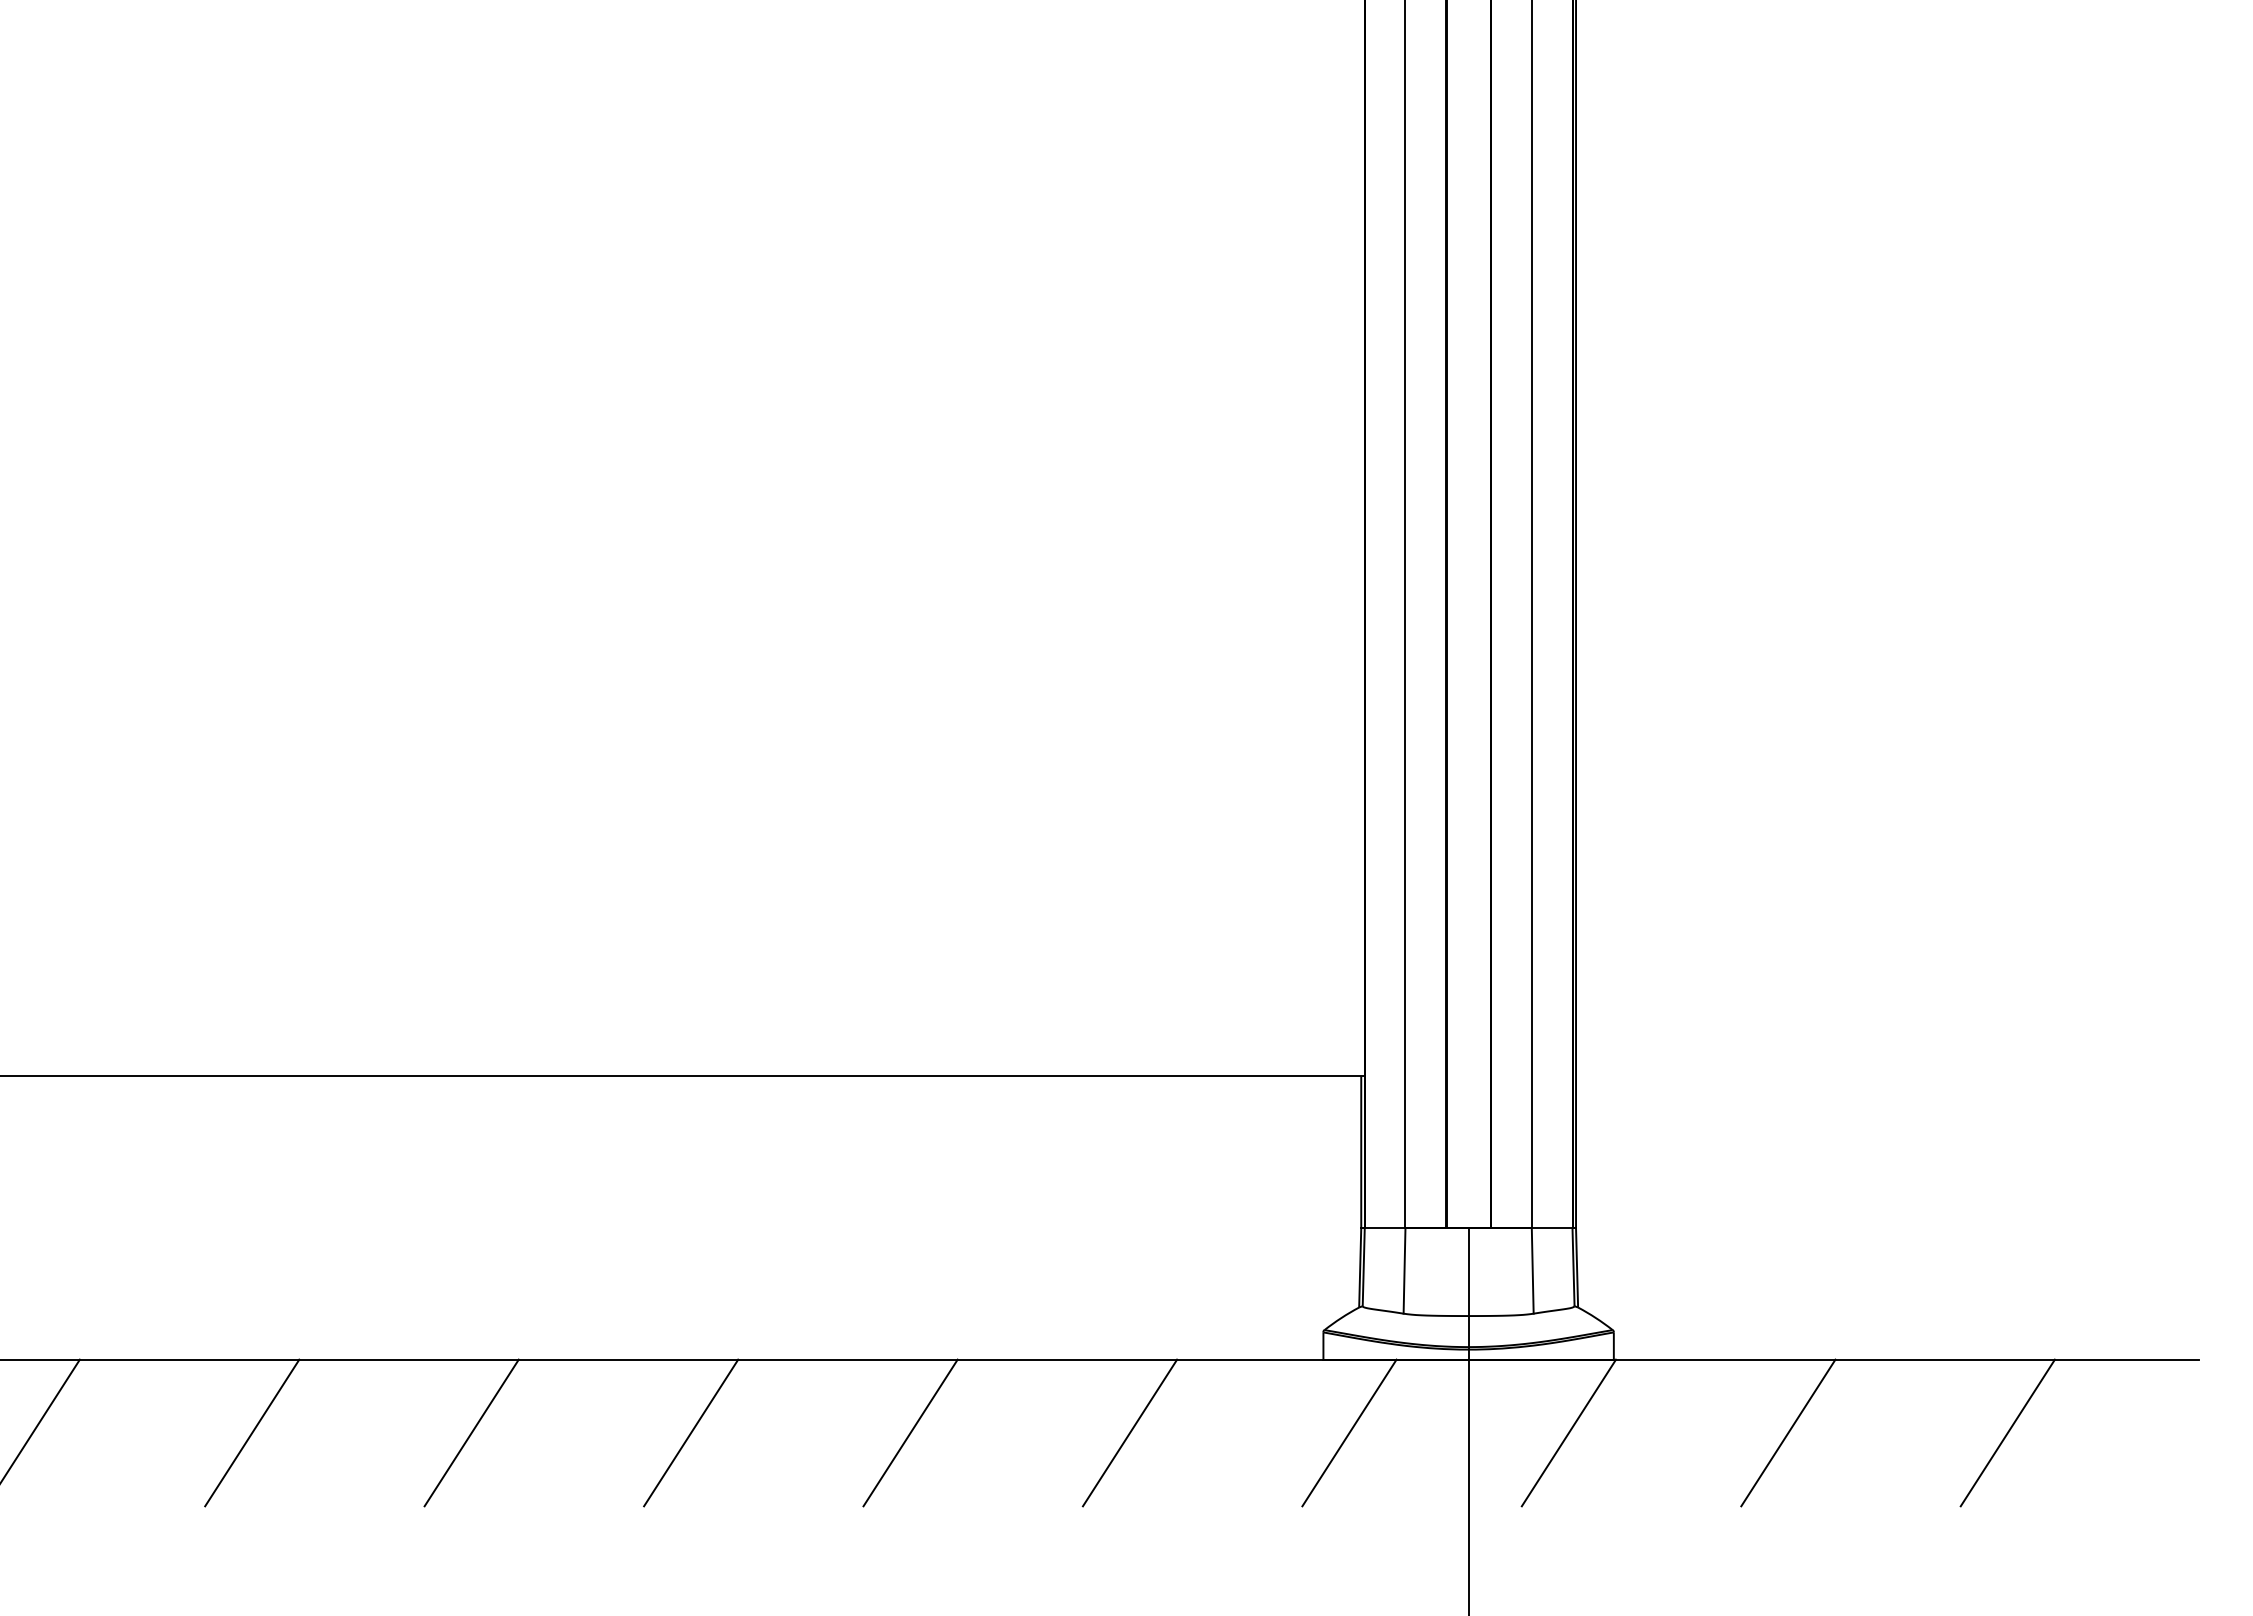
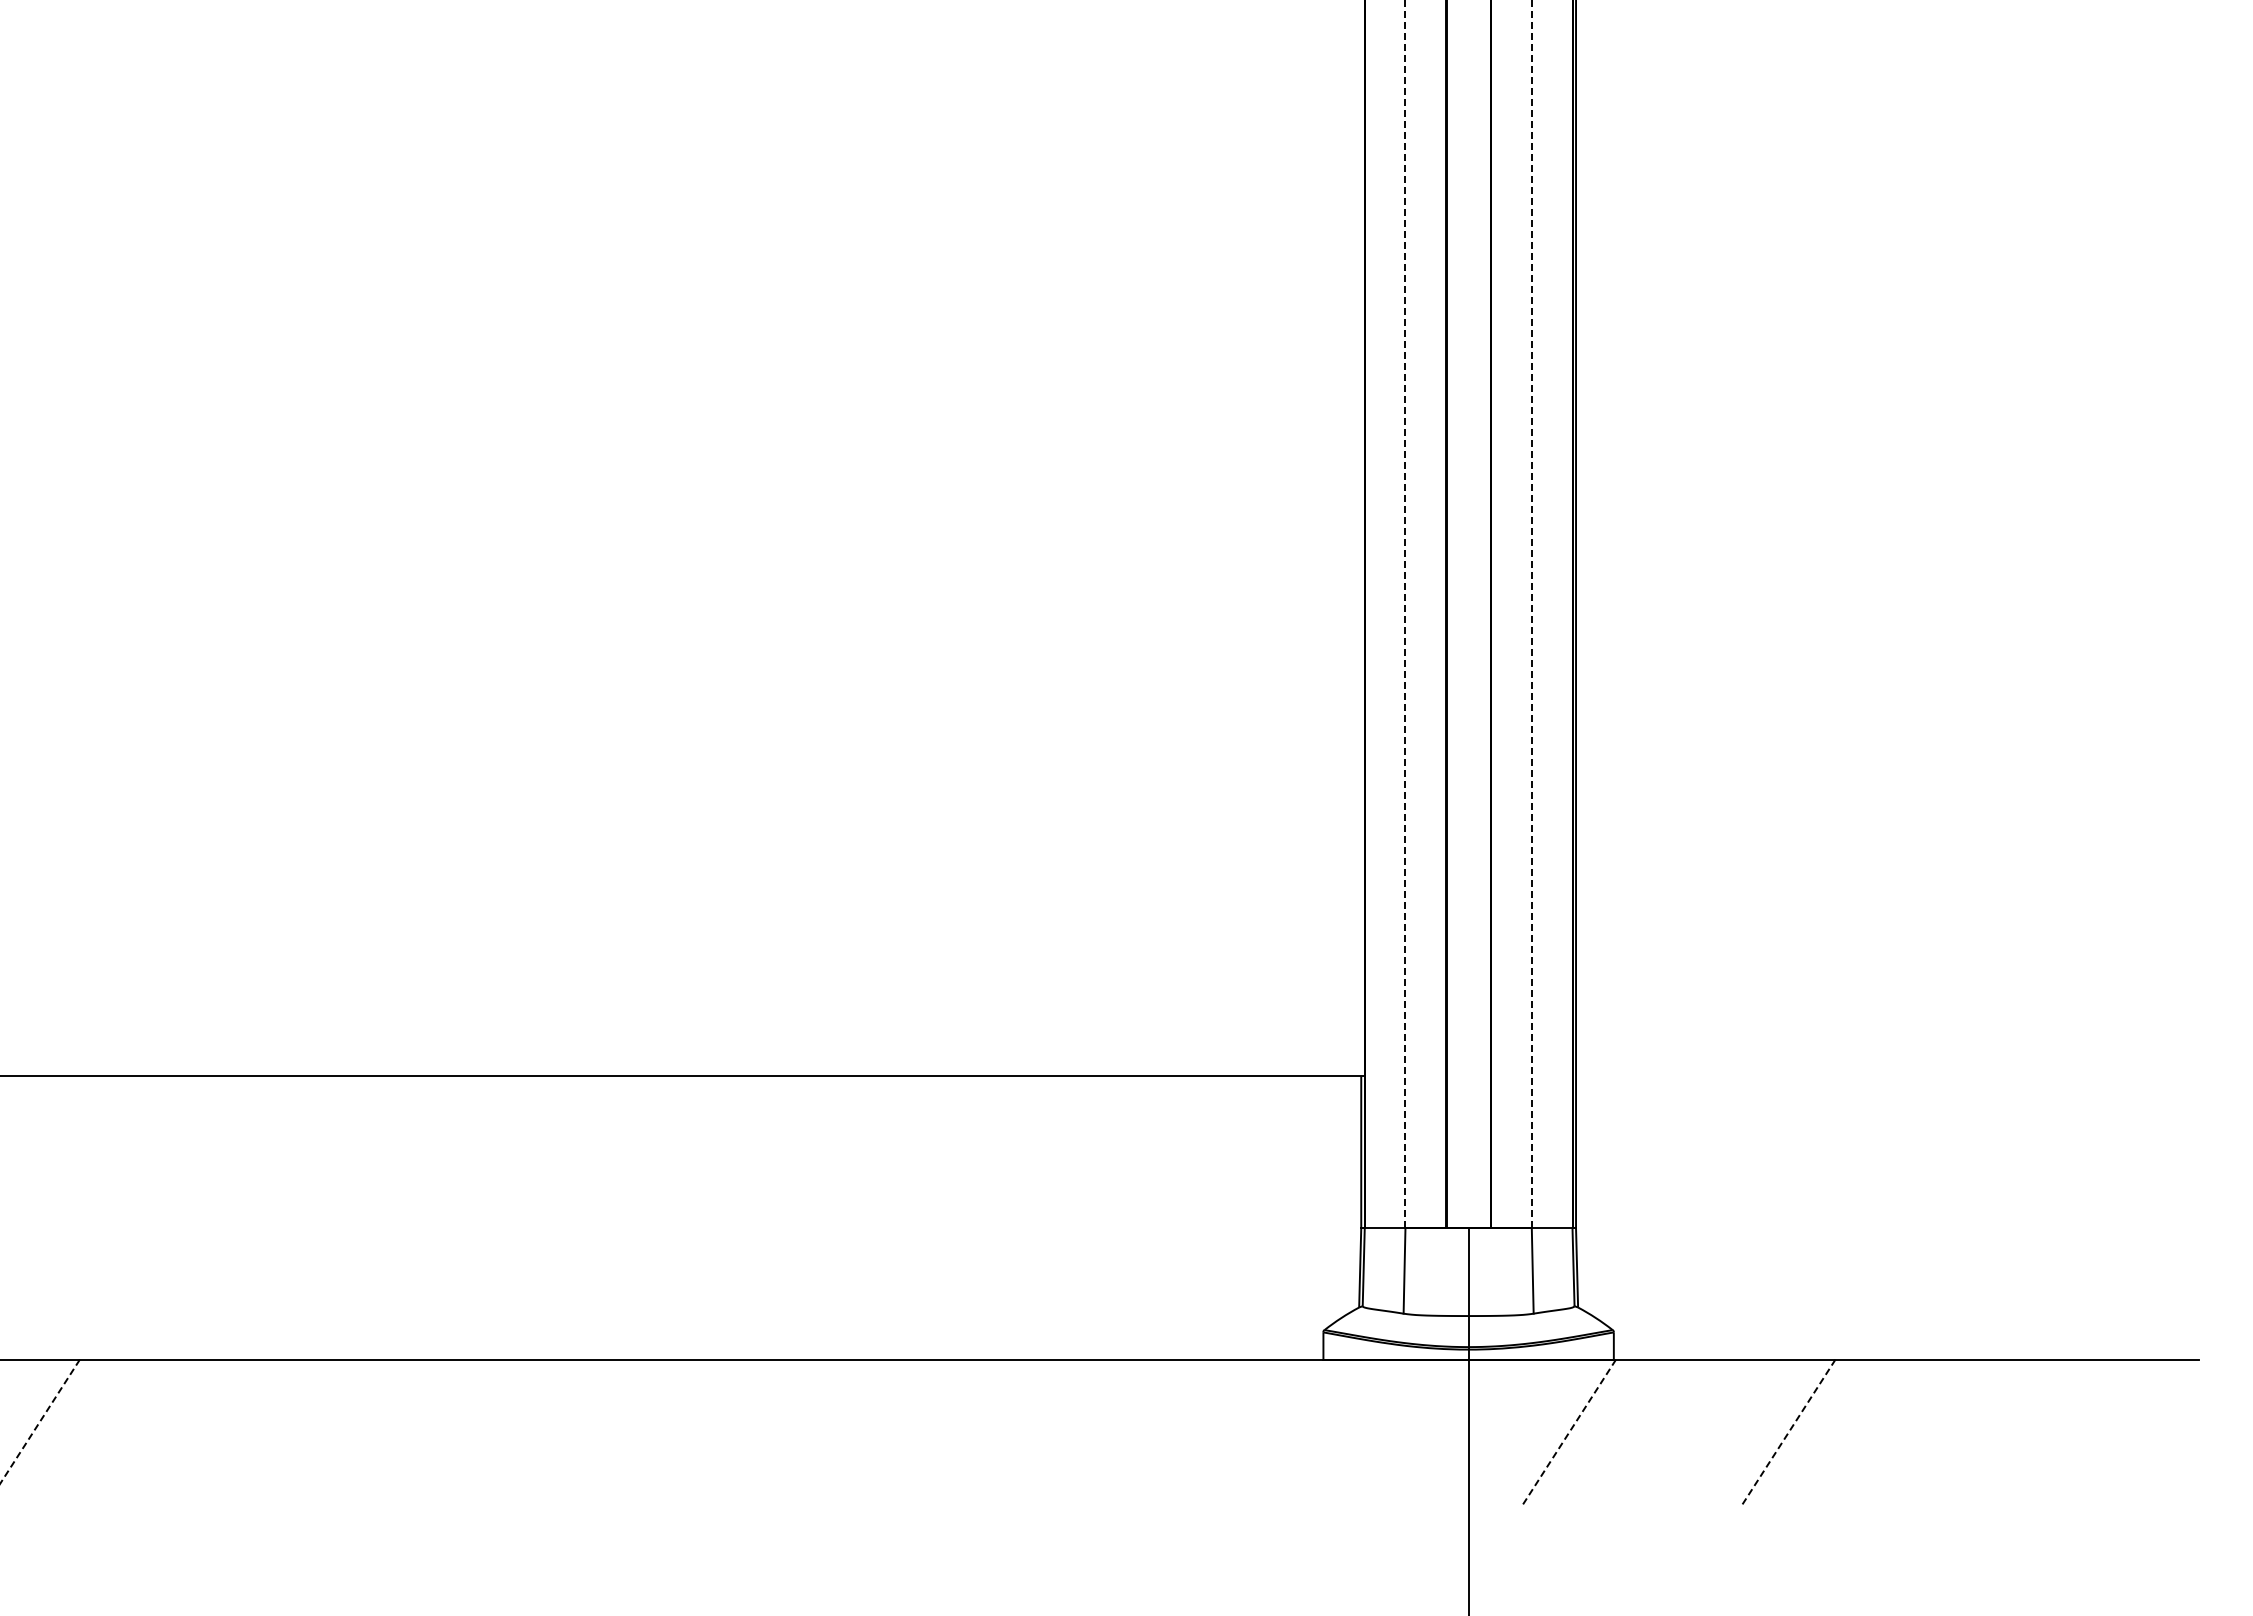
line at (1405, 614): solid -> dashed
line at (1531, 614): solid -> dashed
line at (40, 1421): solid -> dashed
line at (252, 1432): present -> none
line at (471, 1432): present -> none
line at (691, 1432): present -> none
line at (910, 1432): present -> none
line at (1129, 1432): present -> none
line at (1349, 1432): present -> none
line at (2007, 1432): present -> none
line at (1568, 1433): solid -> dashed
line at (1788, 1433): solid -> dashed
